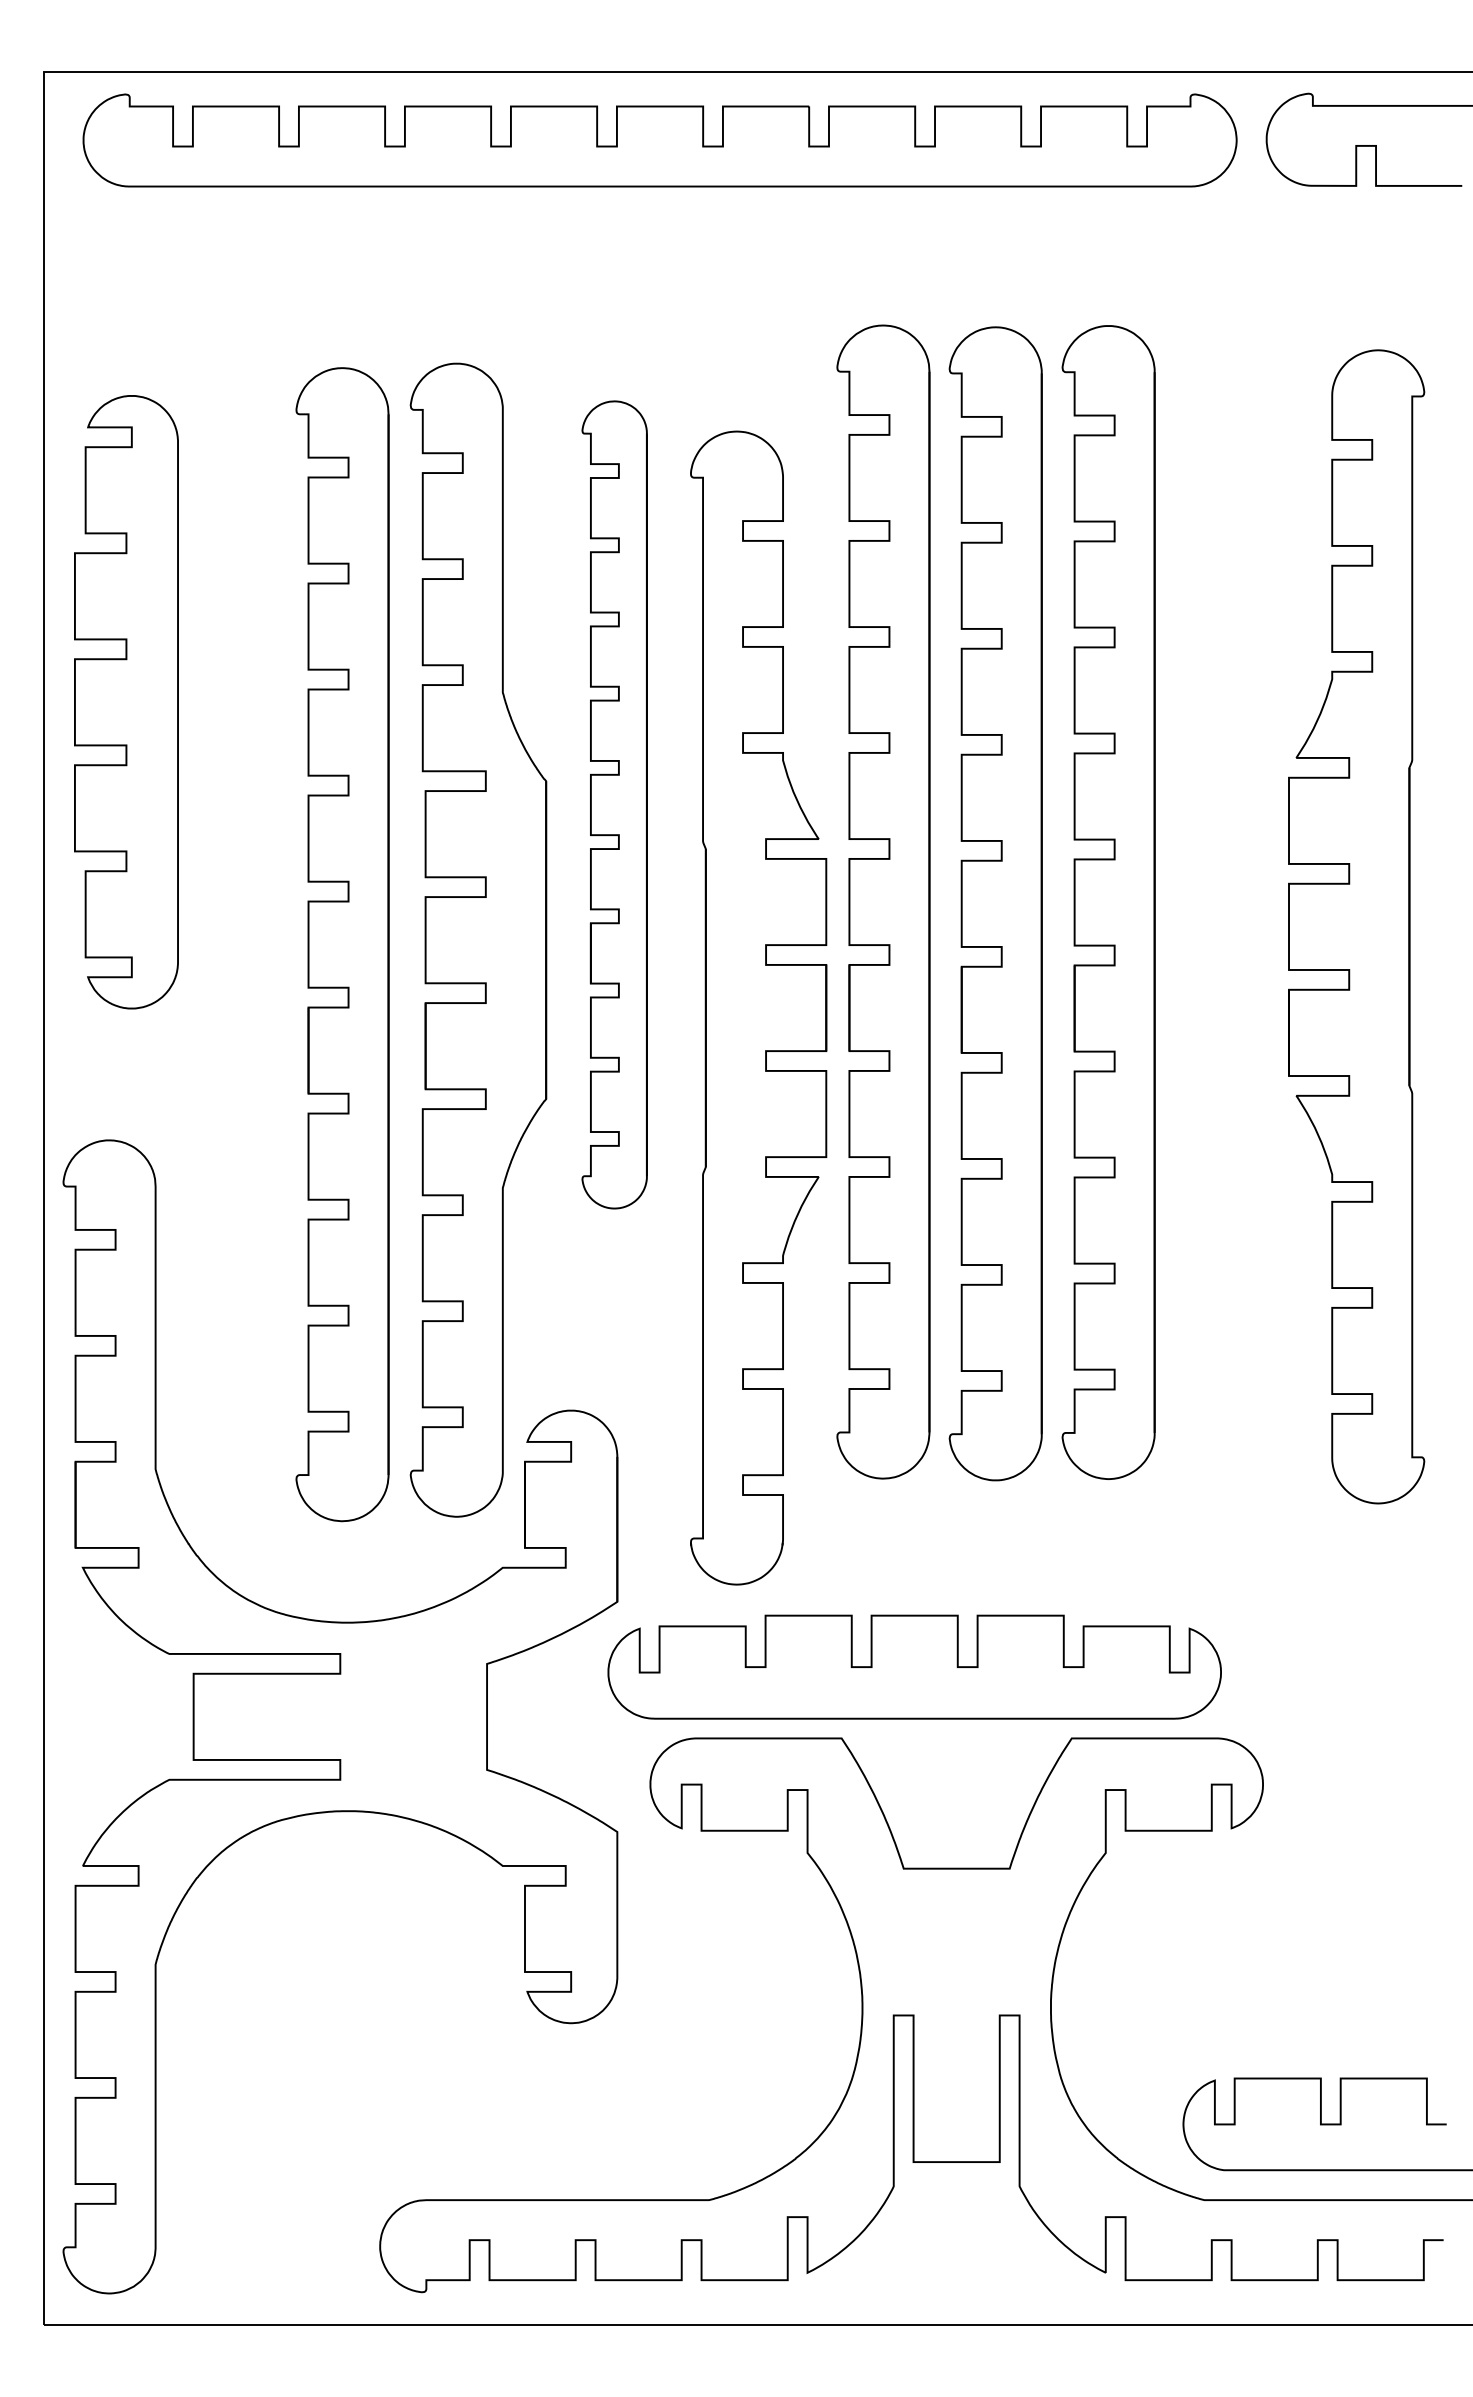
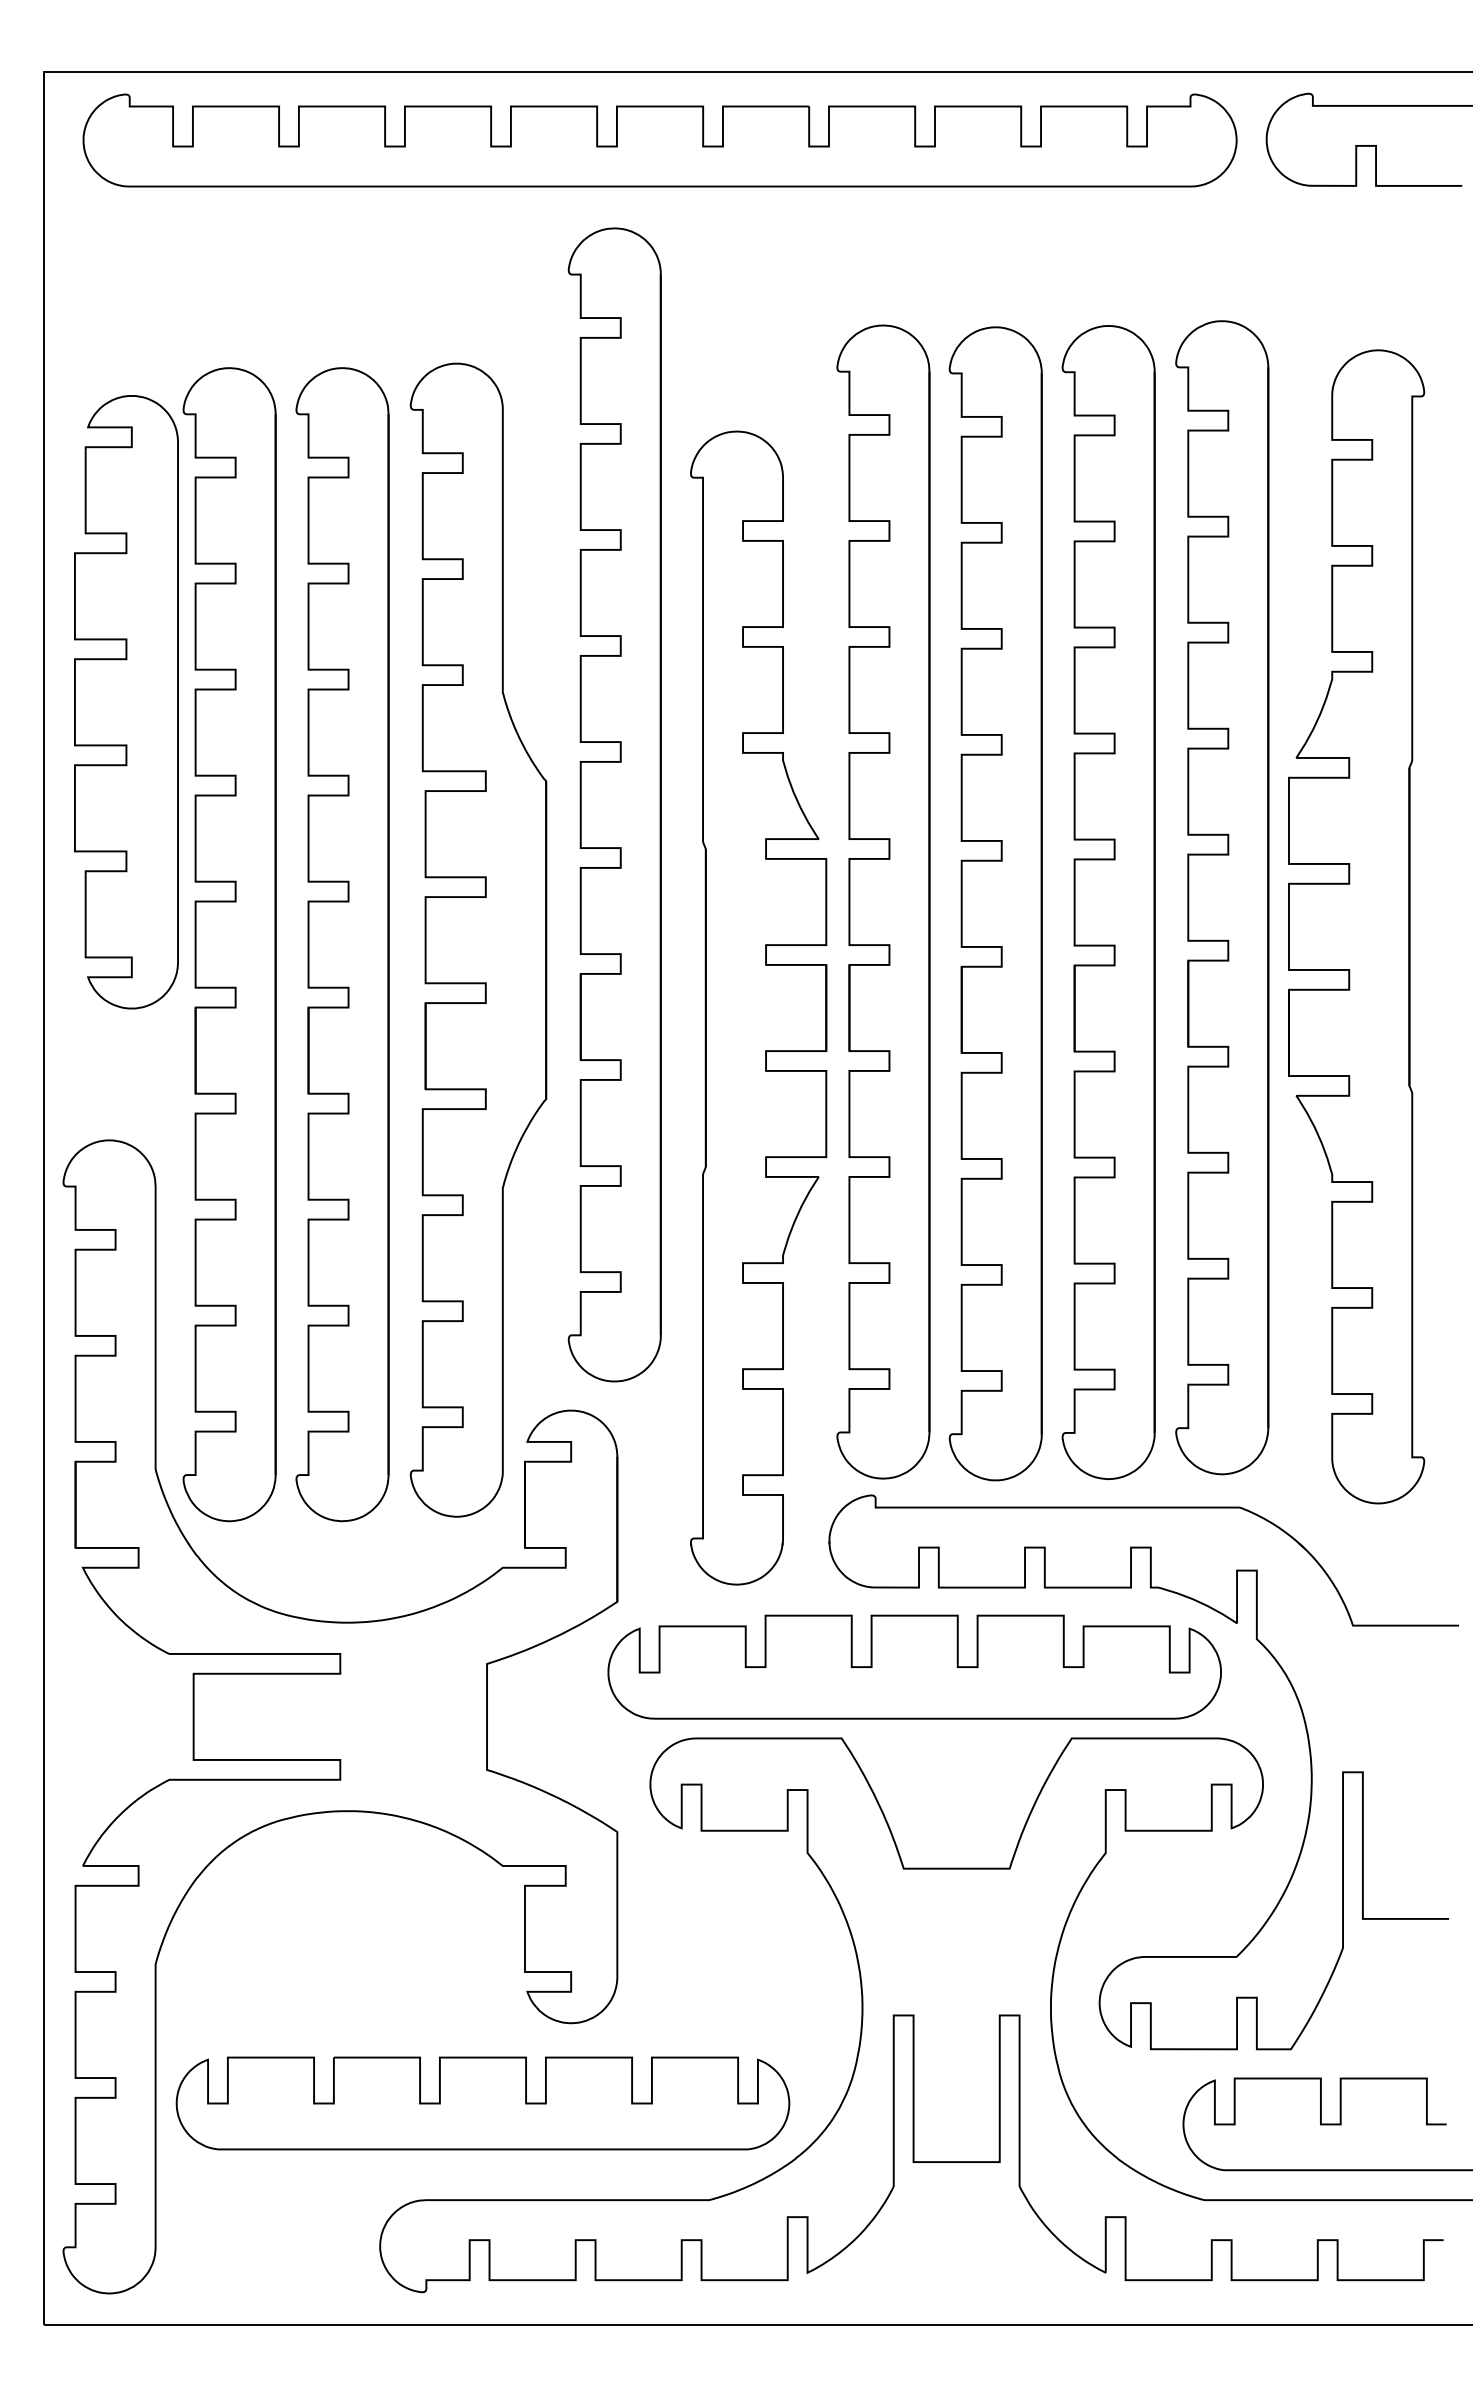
part at (614, 804) size: 67x810 px -> 95x1156 px
part at (1222, 897): none -> present
part at (229, 944): none -> present
part at (1309, 1757): none -> present
part at (482, 2103): none -> present
